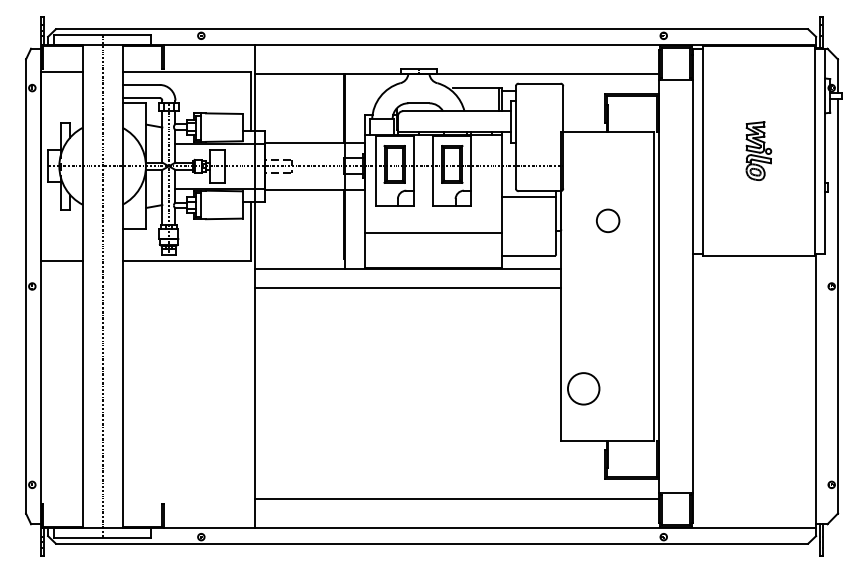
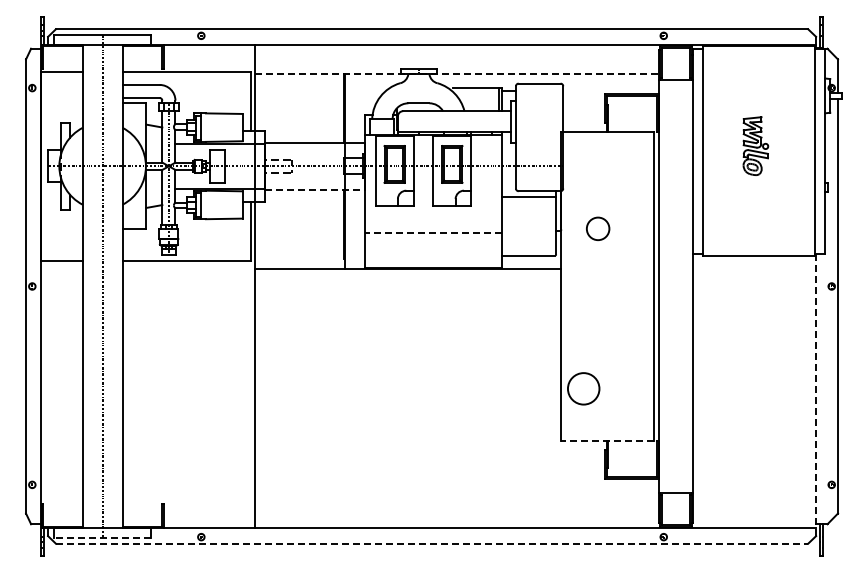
line at (457, 73): solid -> dashed
part at (758, 150) position: (758, 150) -> (755, 145)
line at (315, 189): solid -> dashed
circle at (608, 220) position: (608, 220) -> (598, 228)
line at (432, 232): solid -> dashed
line at (407, 287): present -> none
line at (816, 394): solid -> dashed
line at (606, 441): solid -> dashed
line at (456, 499): present -> none
line at (102, 537): solid -> dashed
line at (432, 543): solid -> dashed
